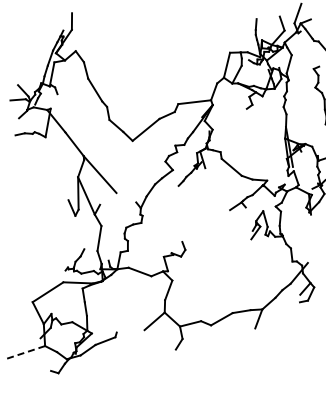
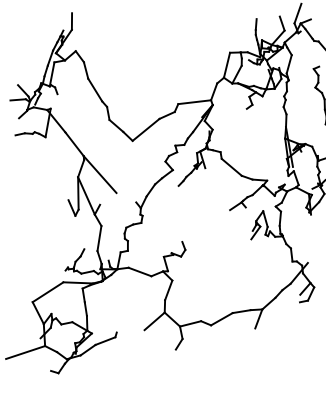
line at (25, 352): dashed -> solid
